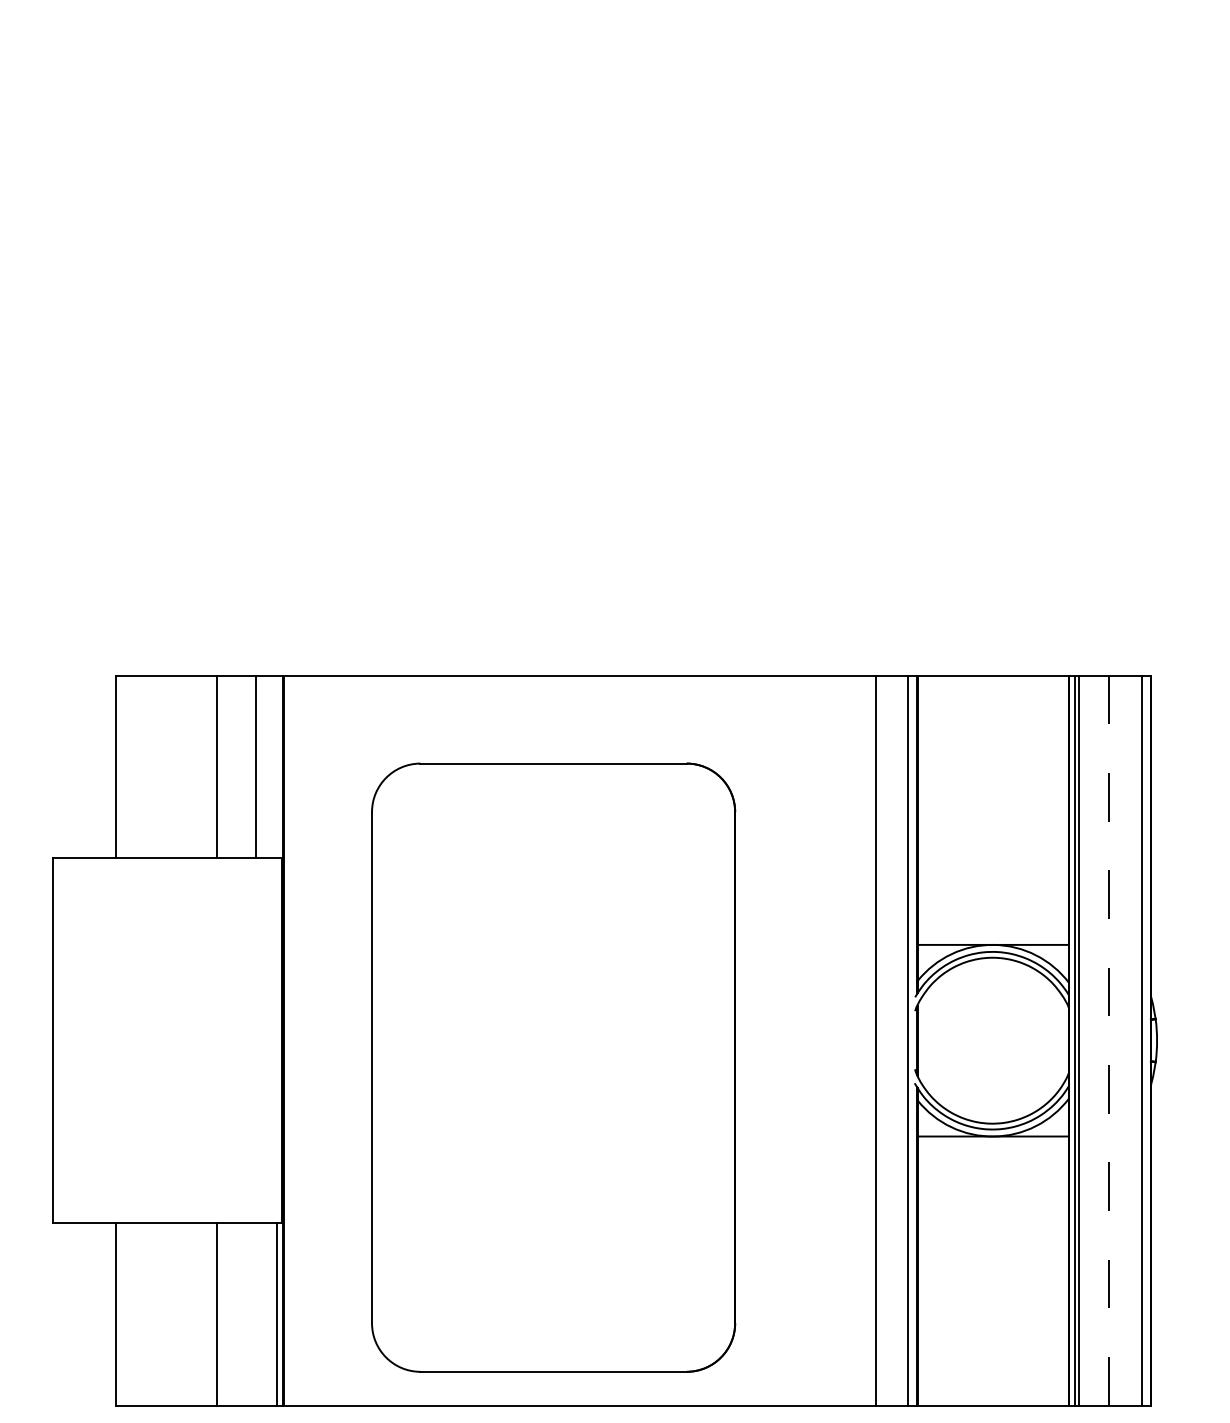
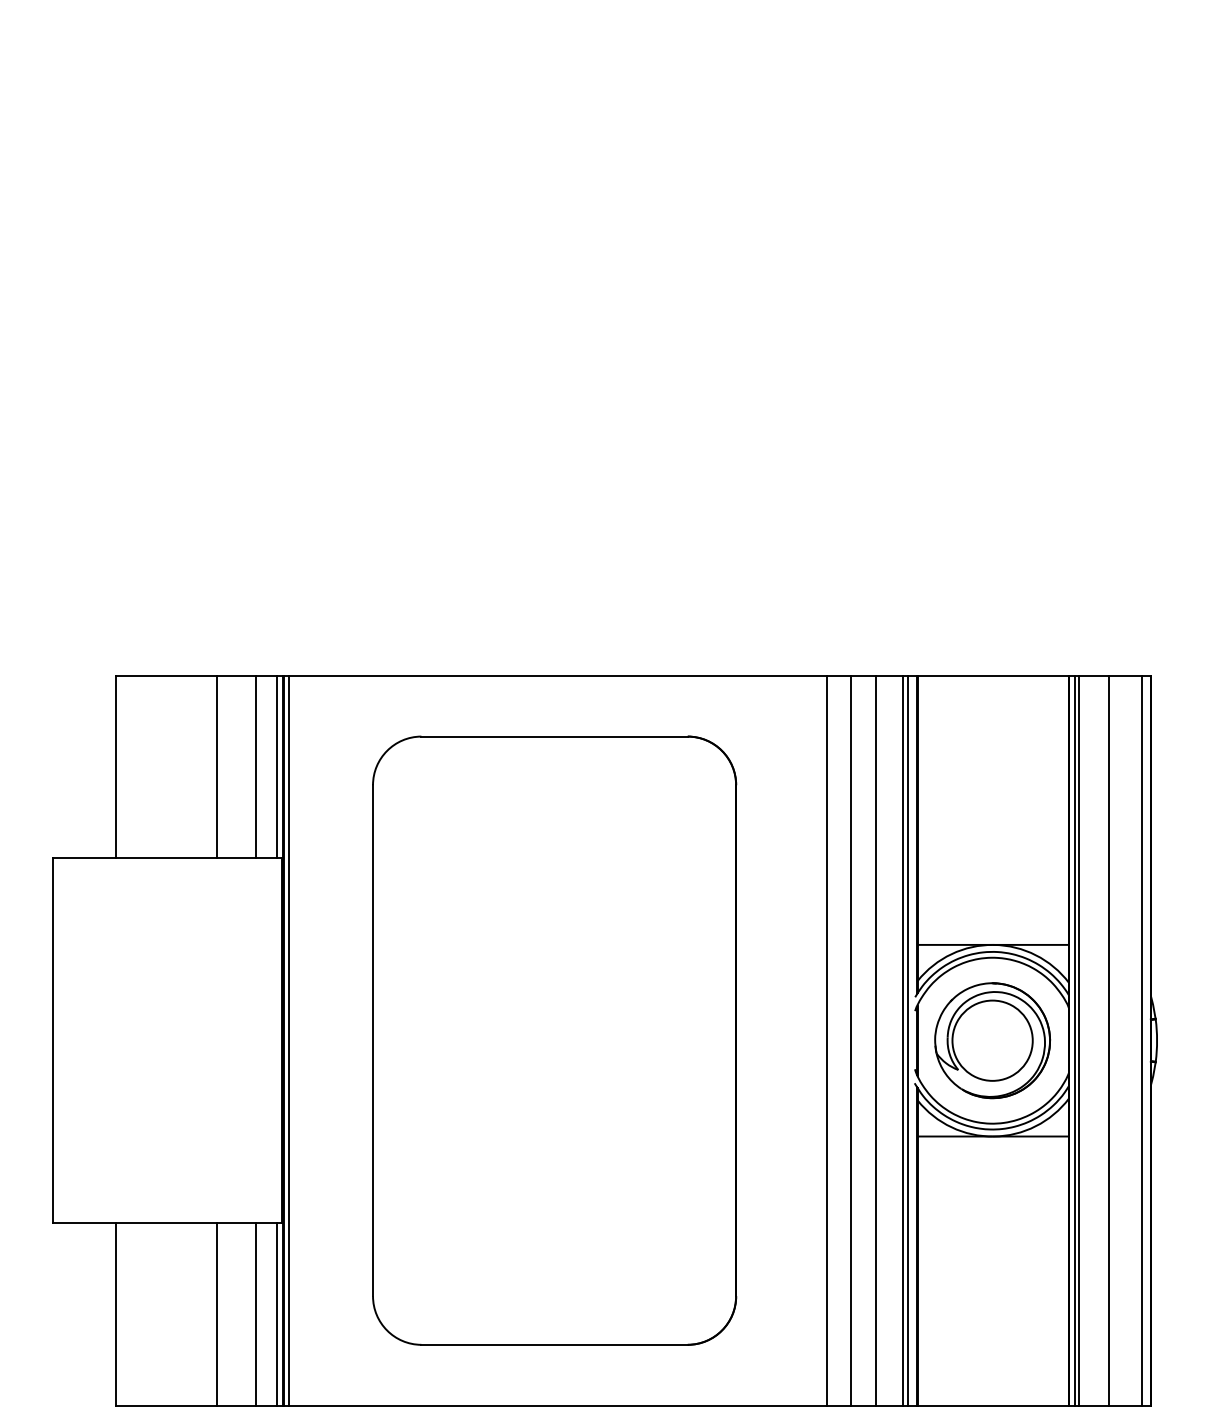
line at (277, 766): none -> present
line at (288, 1040): none -> present
line at (827, 1040): none -> present
line at (851, 1040): none -> present
line at (902, 1040): none -> present
part at (992, 1040): none -> present
line at (1109, 1040): dashed -> solid
part at (553, 1067) position: (553, 1067) -> (554, 1040)
line at (256, 1314): none -> present
